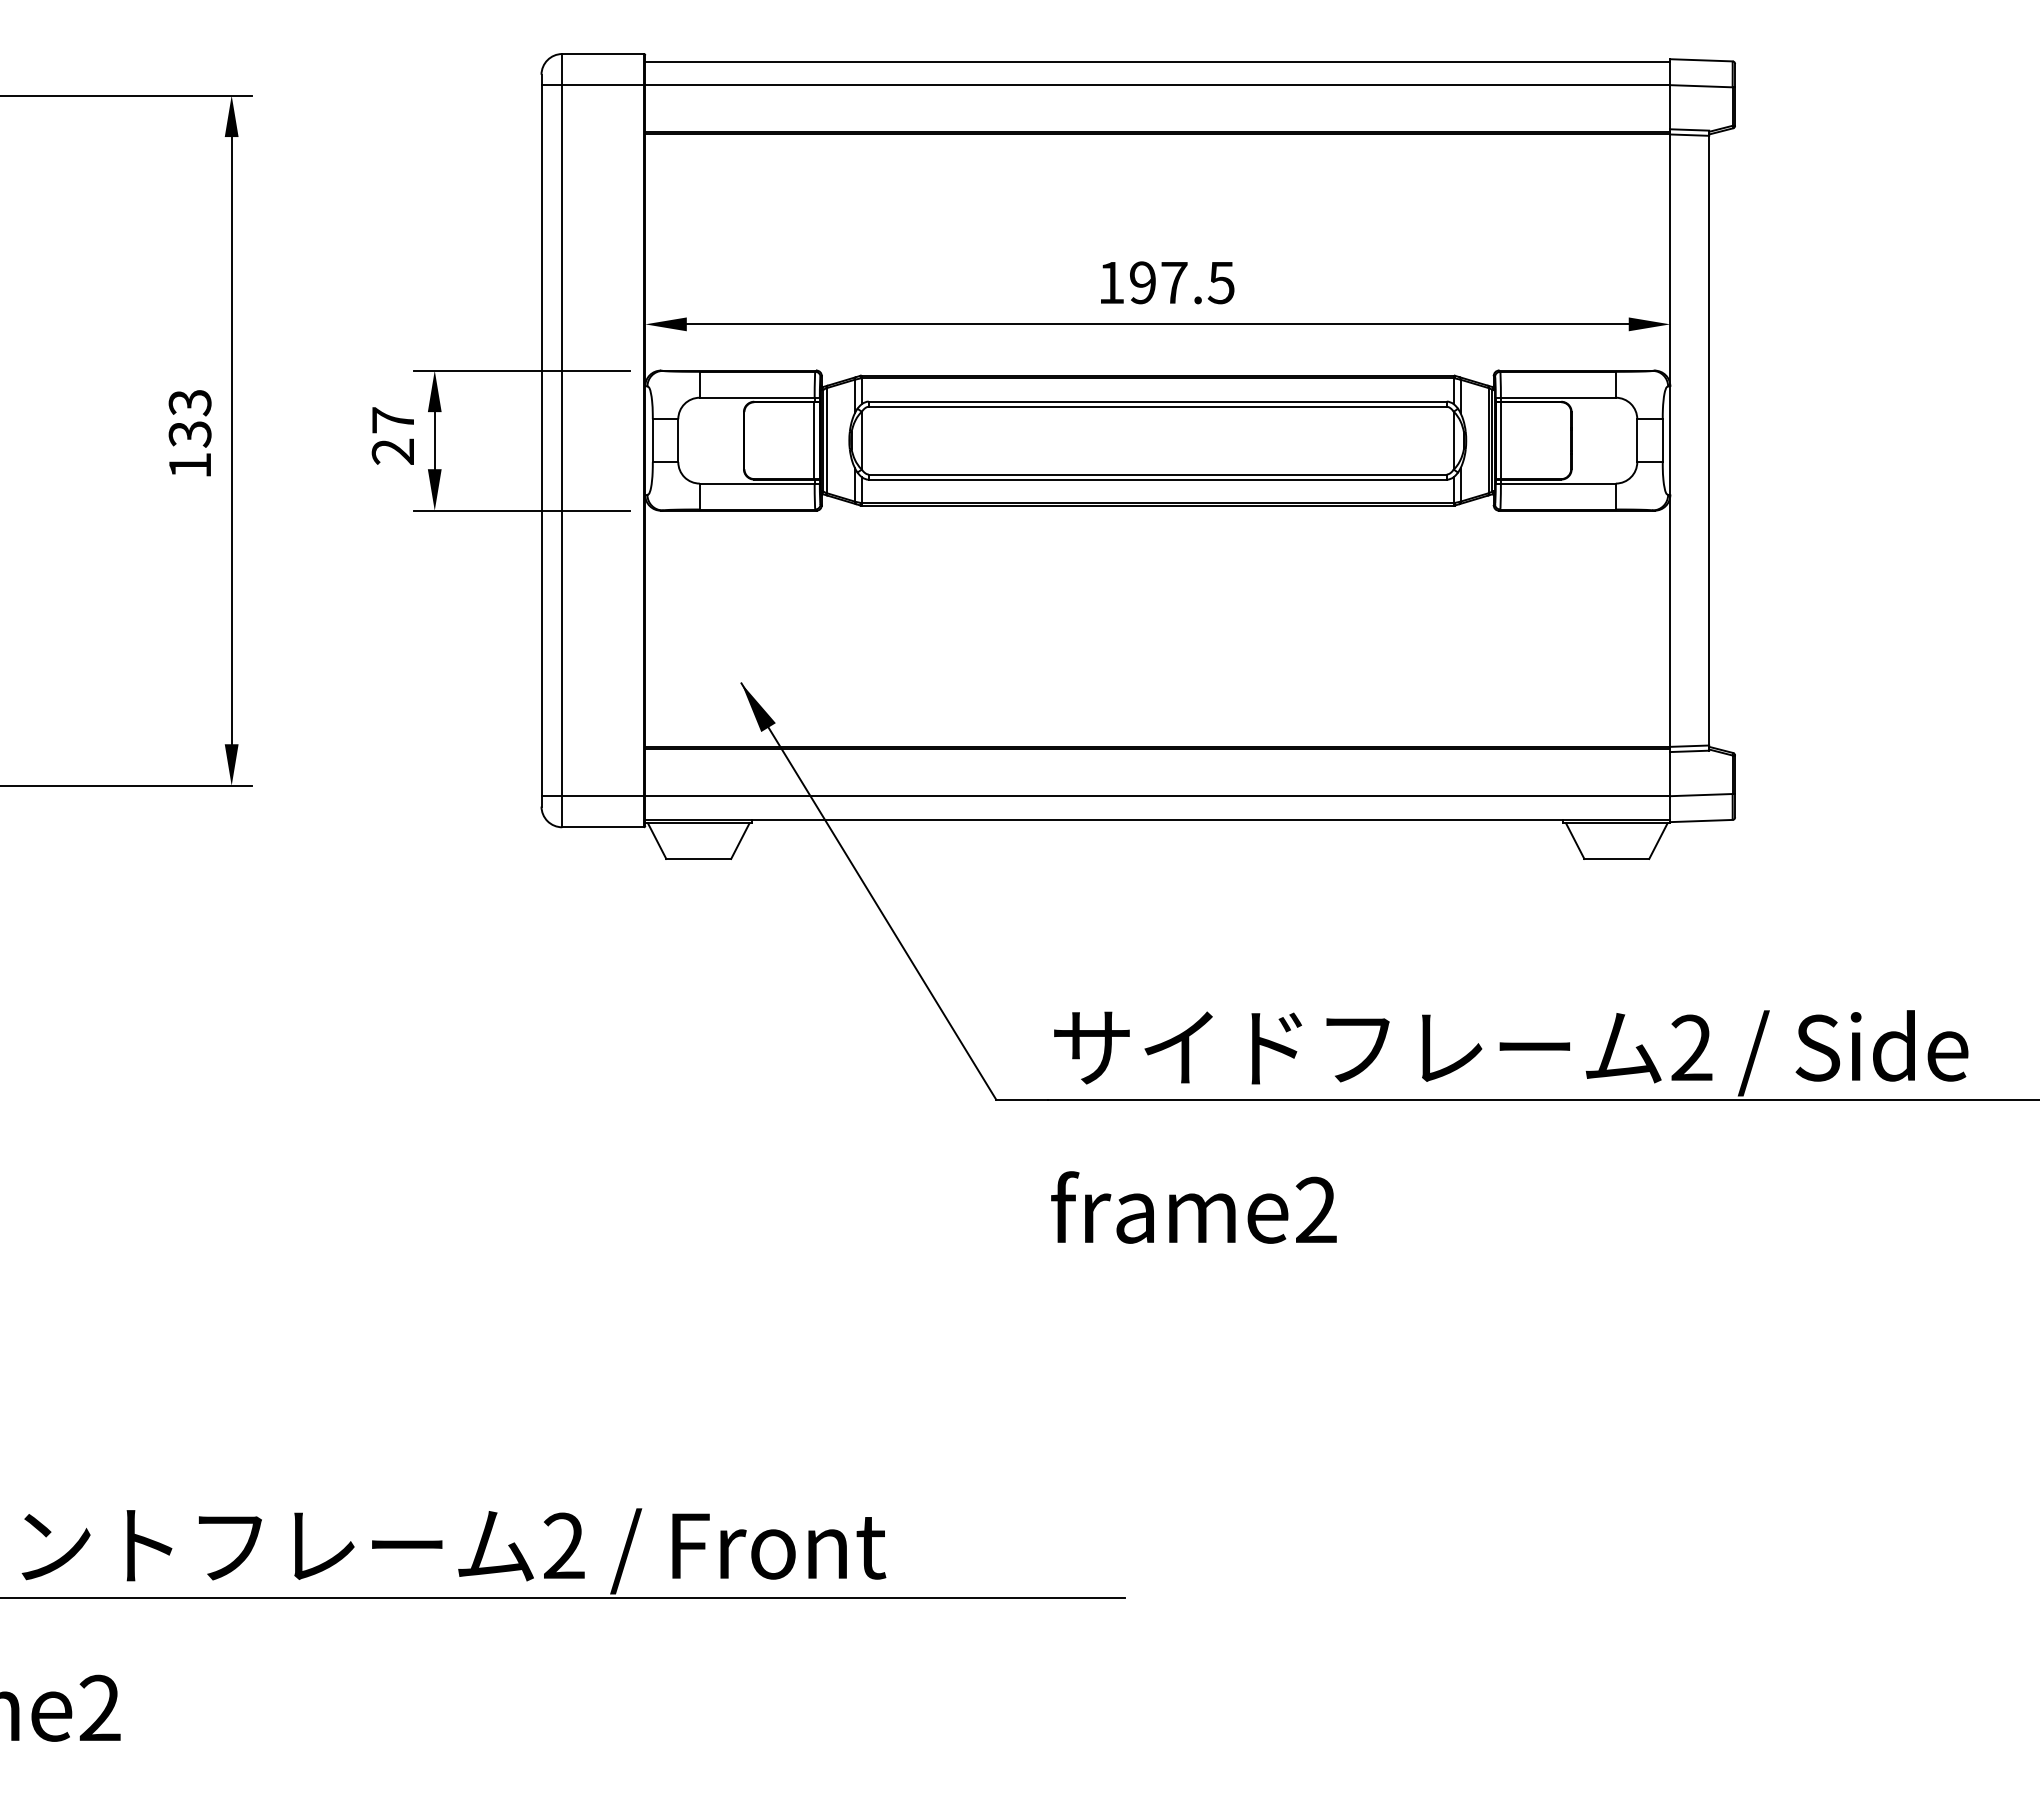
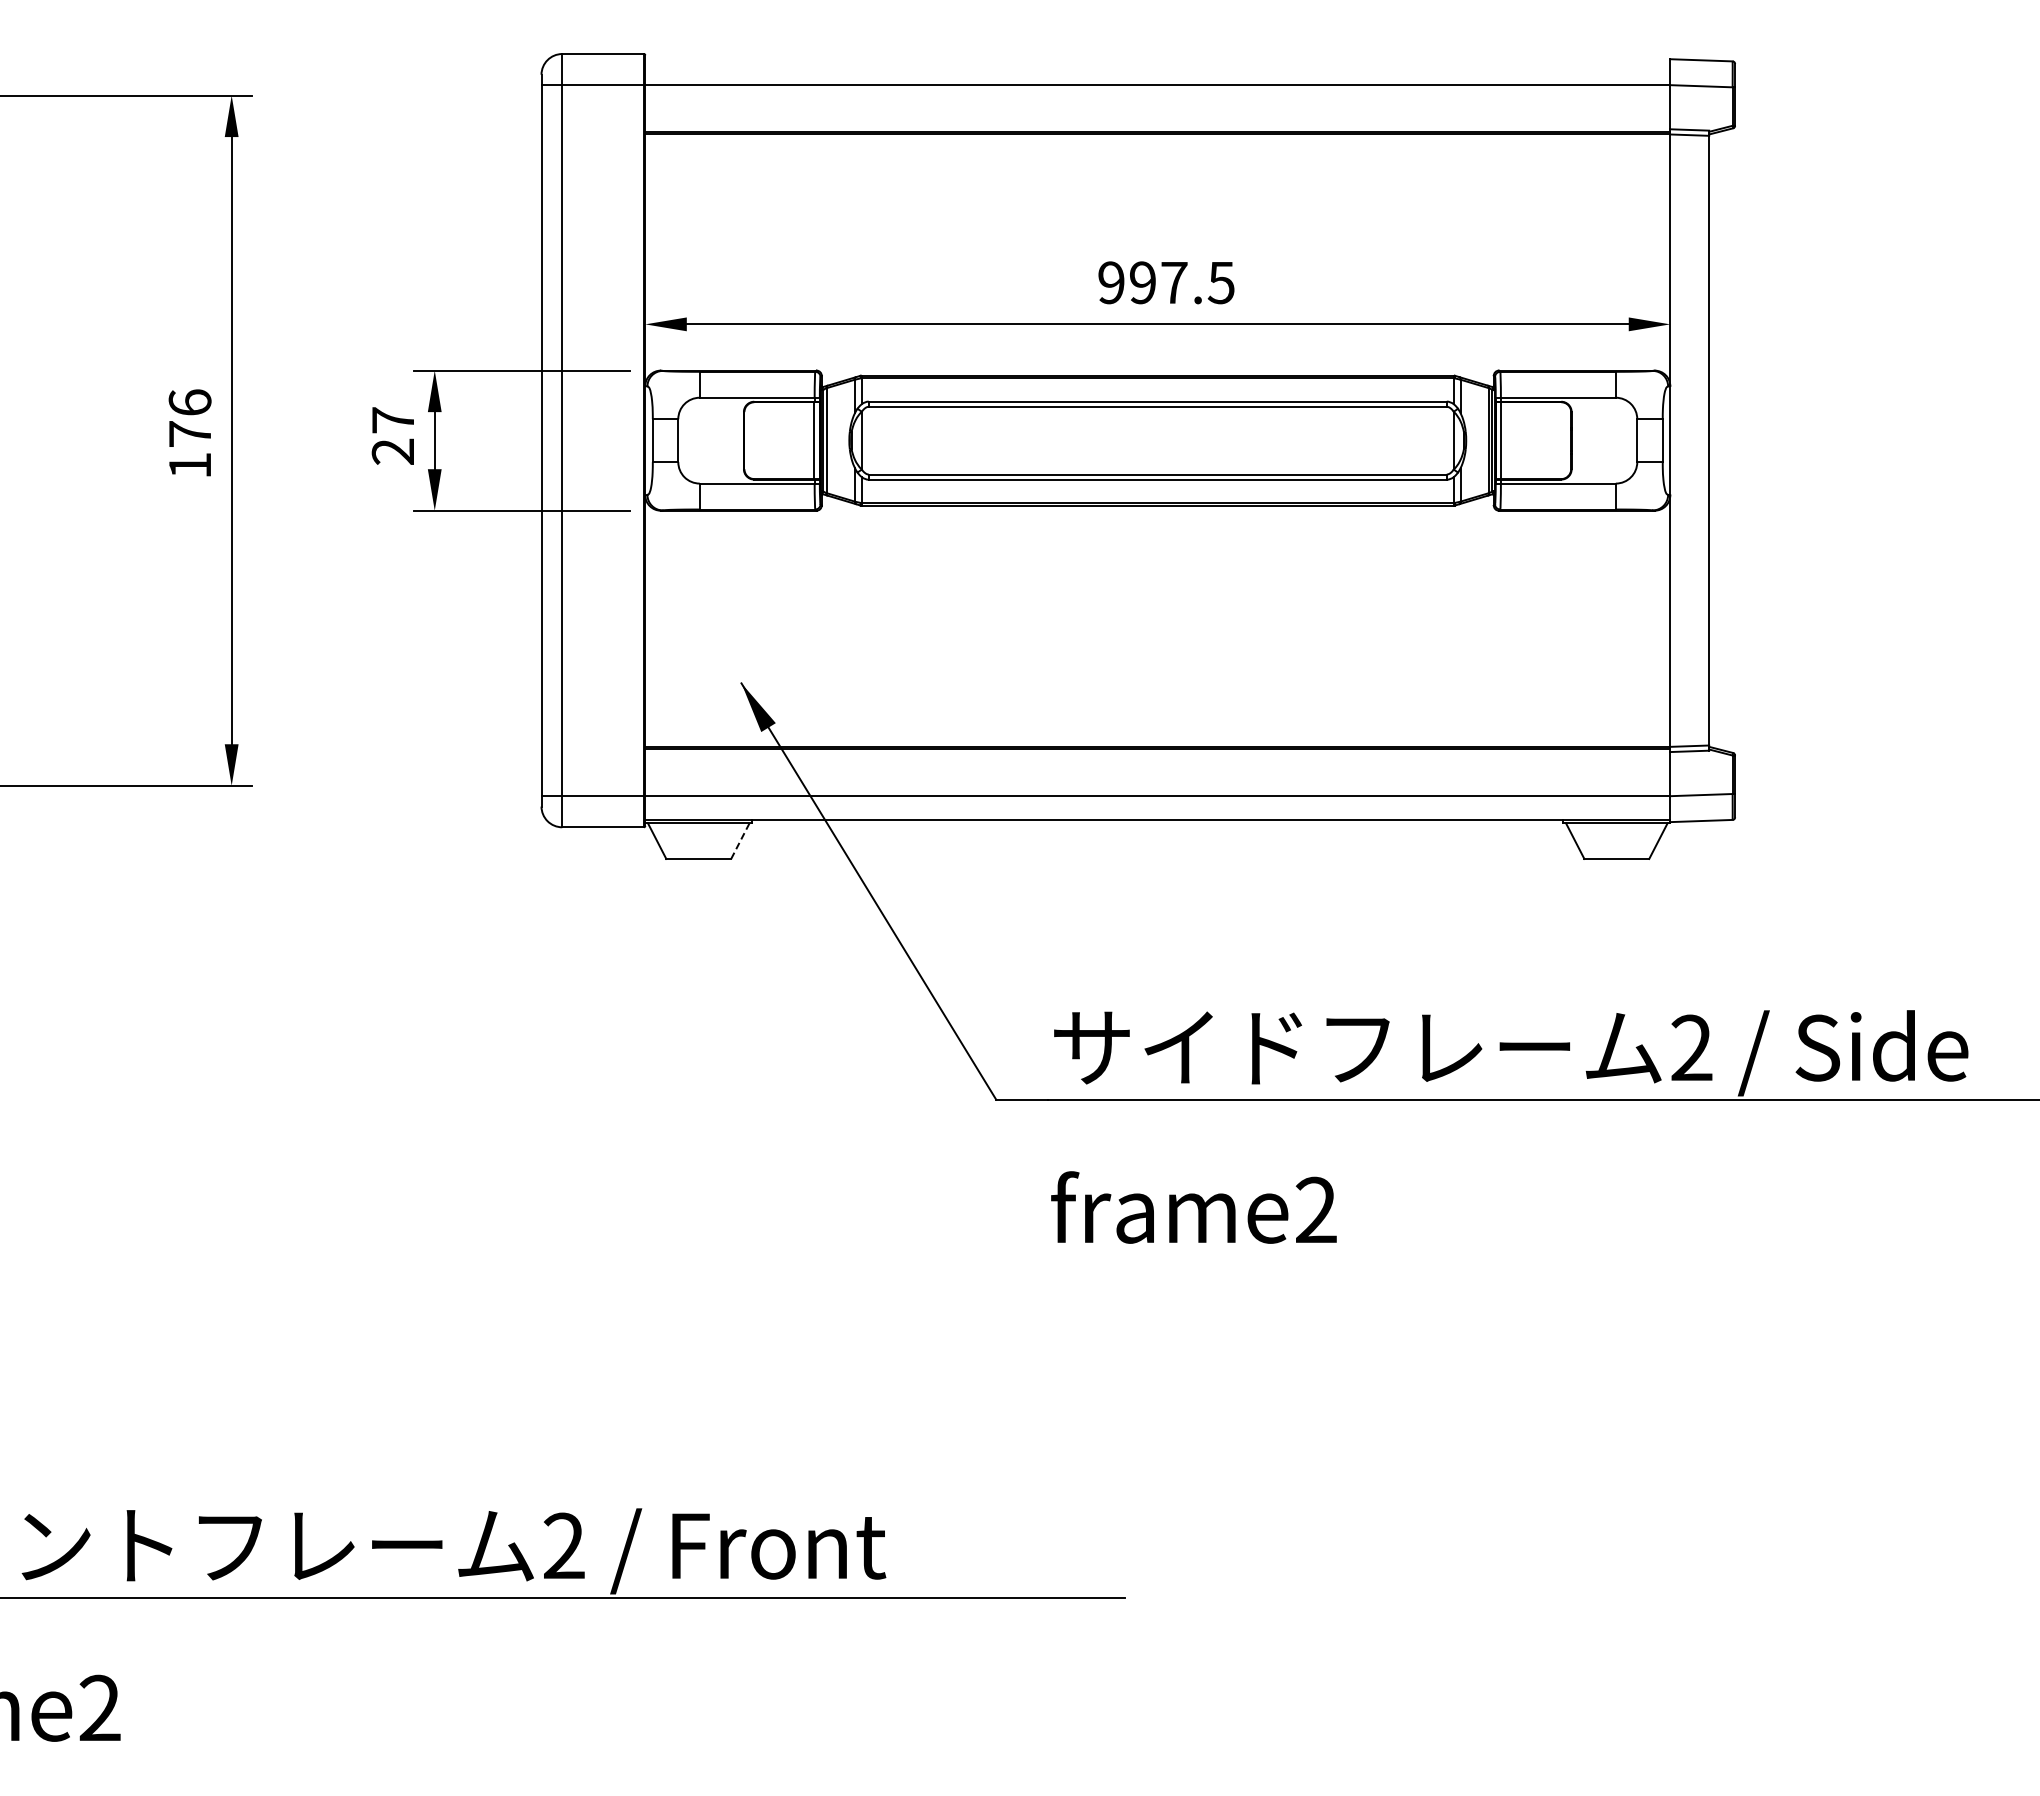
line at (1157, 61): present -> none
text at (1111, 282): 197.5 -> 997.5
text at (189, 418): 133 -> 176
line at (740, 840): solid -> dashed
